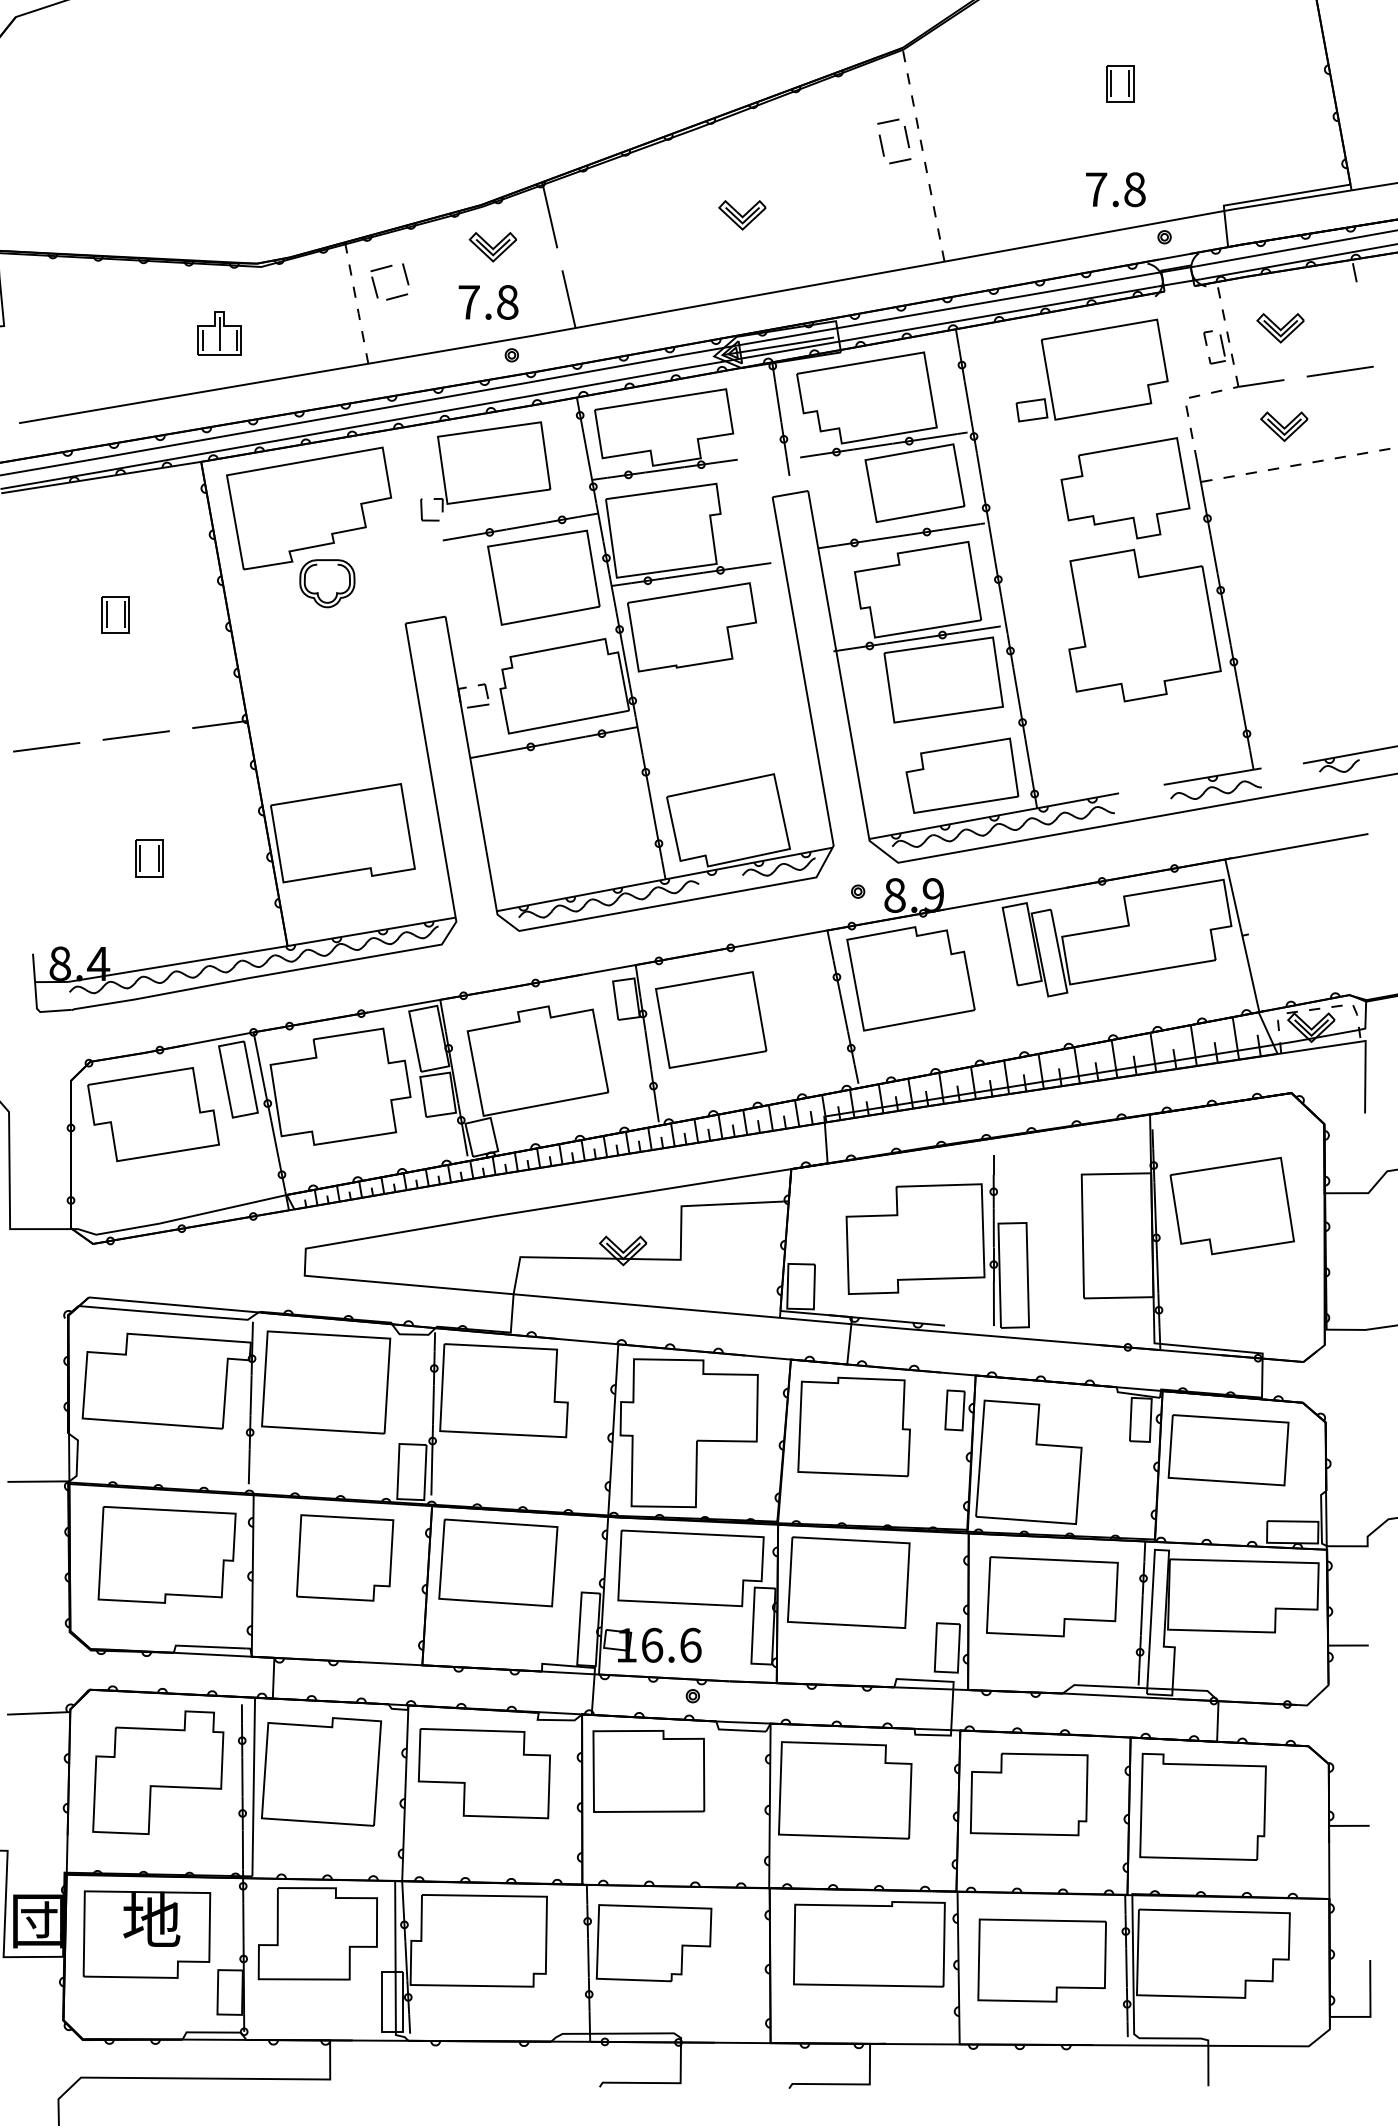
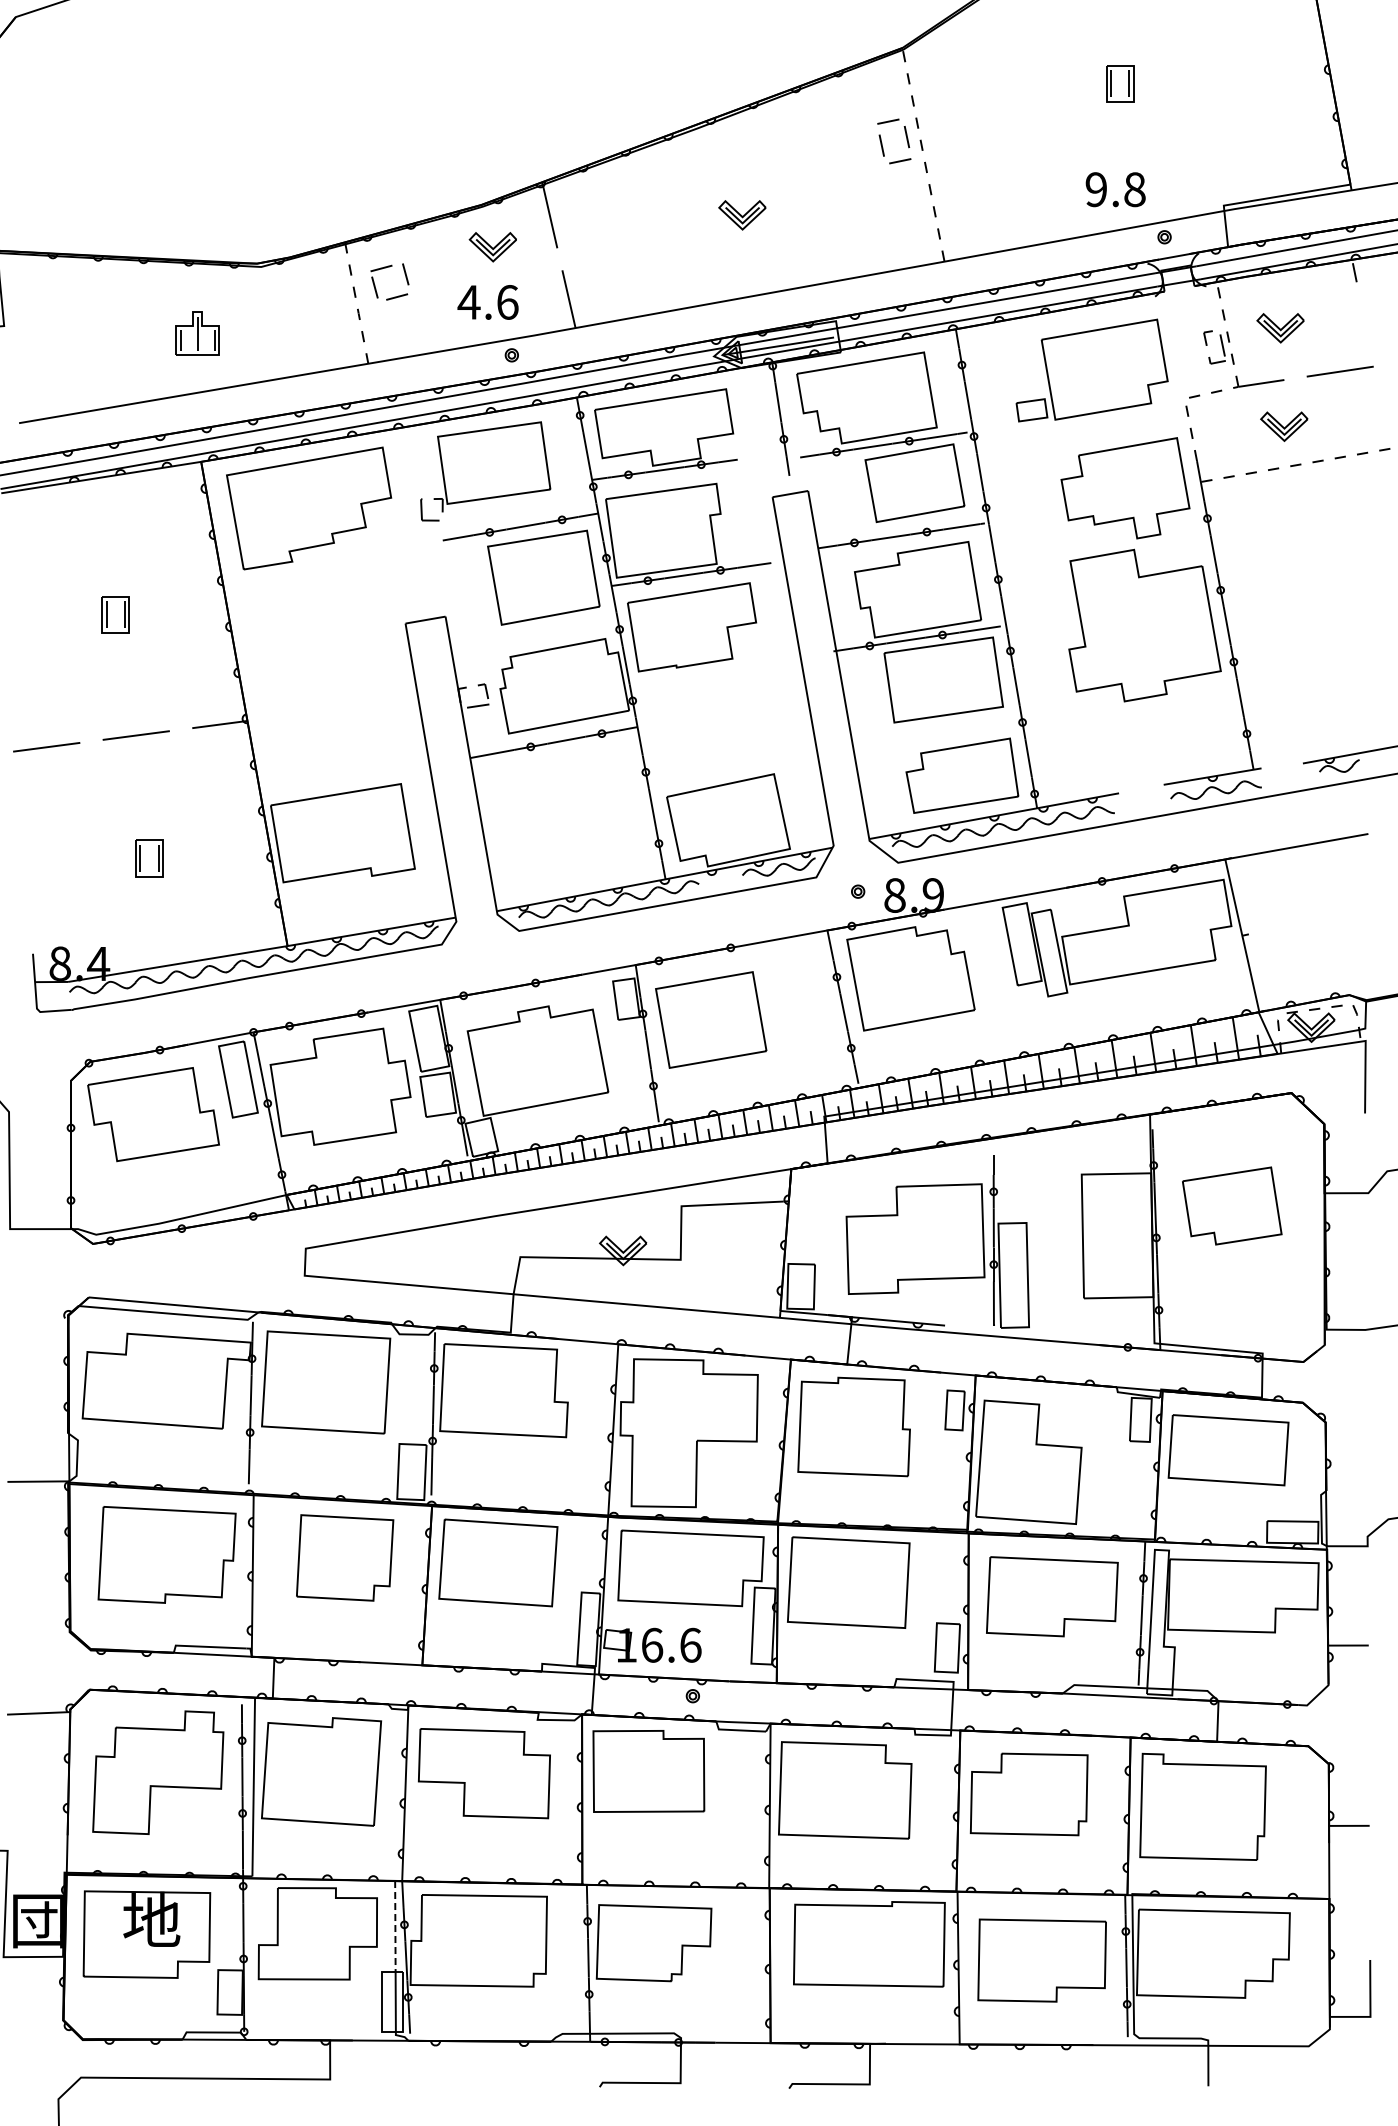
text at (1096, 189): 7.8 -> 9.8
text at (487, 302): 7.8 -> 4.6
part at (219, 333) position: (219, 333) -> (197, 333)
part at (327, 583): present -> none
part at (1231, 1205) size: 126x100 px -> 101x80 px
line at (395, 1925): solid -> dashed
